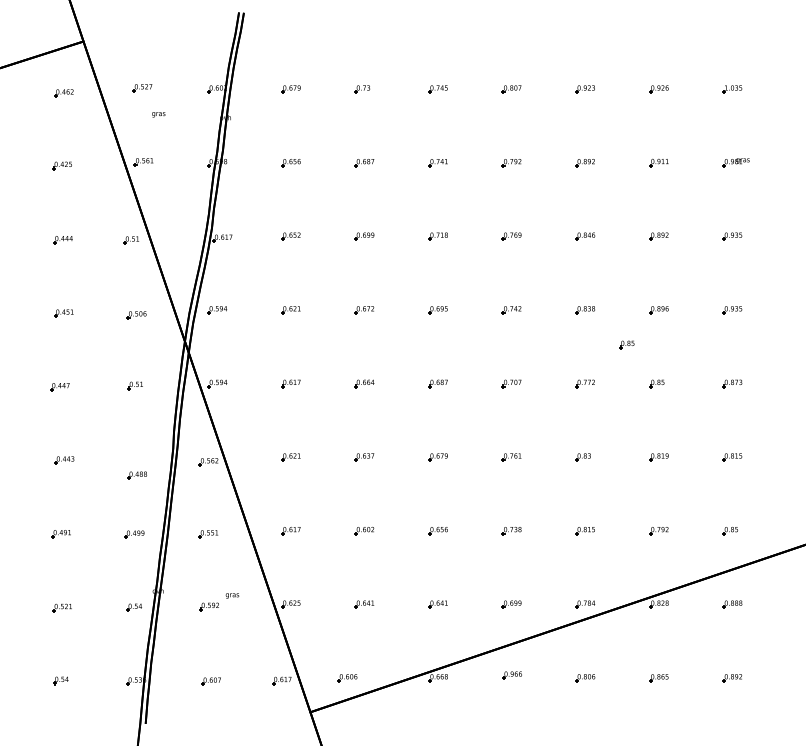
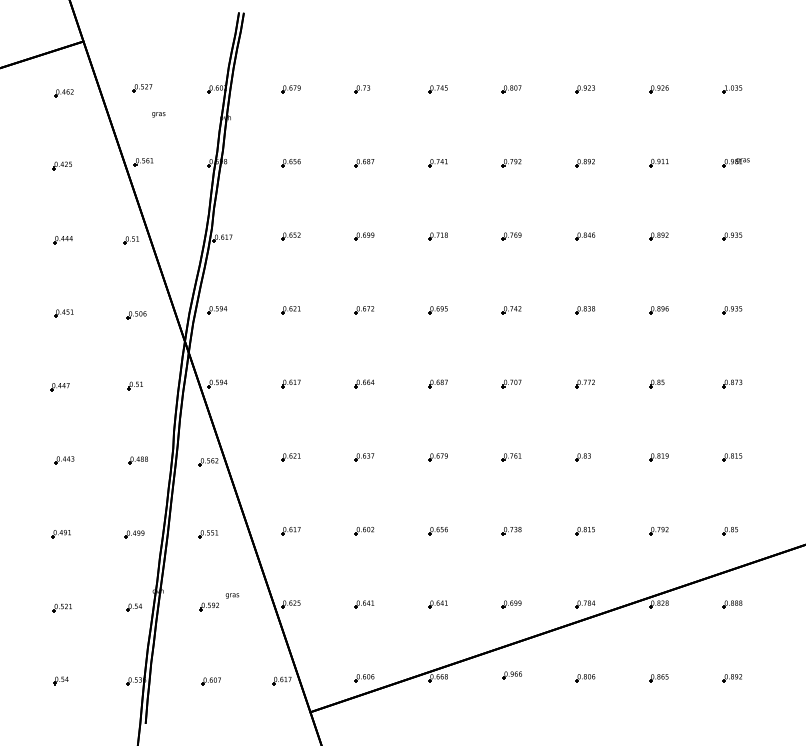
part at (626, 344): present -> none
part at (136, 475) position: (136, 475) -> (137, 460)
part at (347, 678) position: (347, 678) -> (364, 678)
